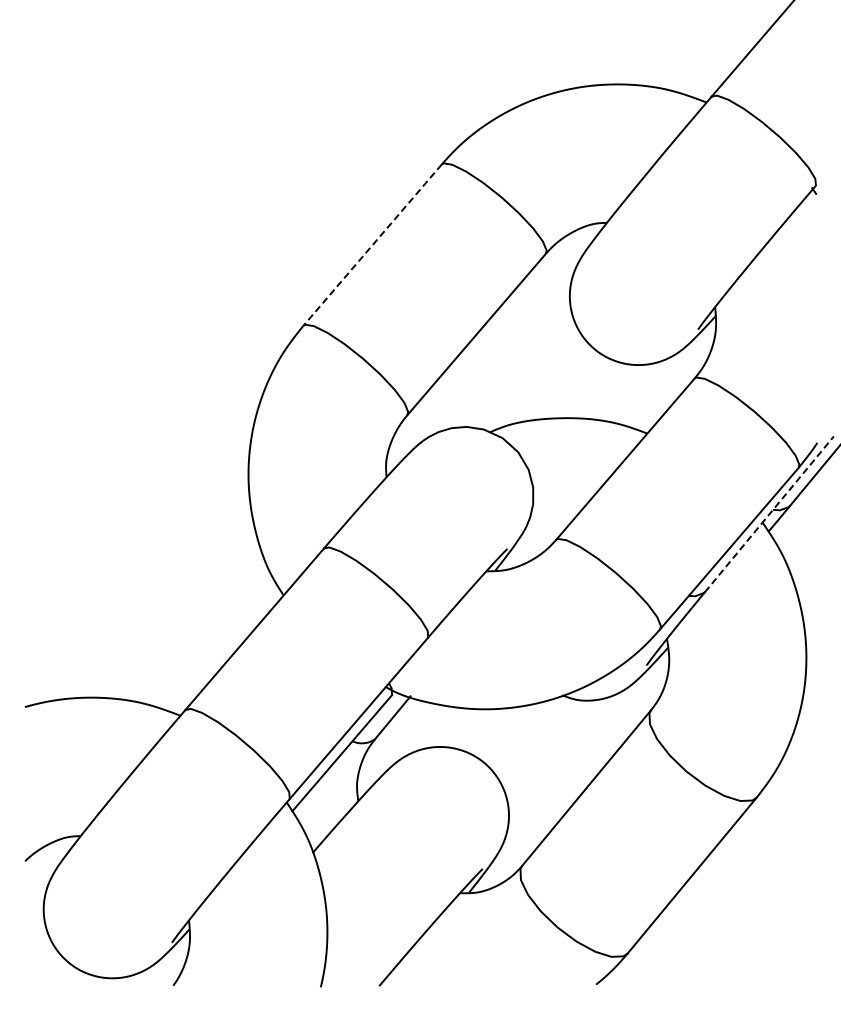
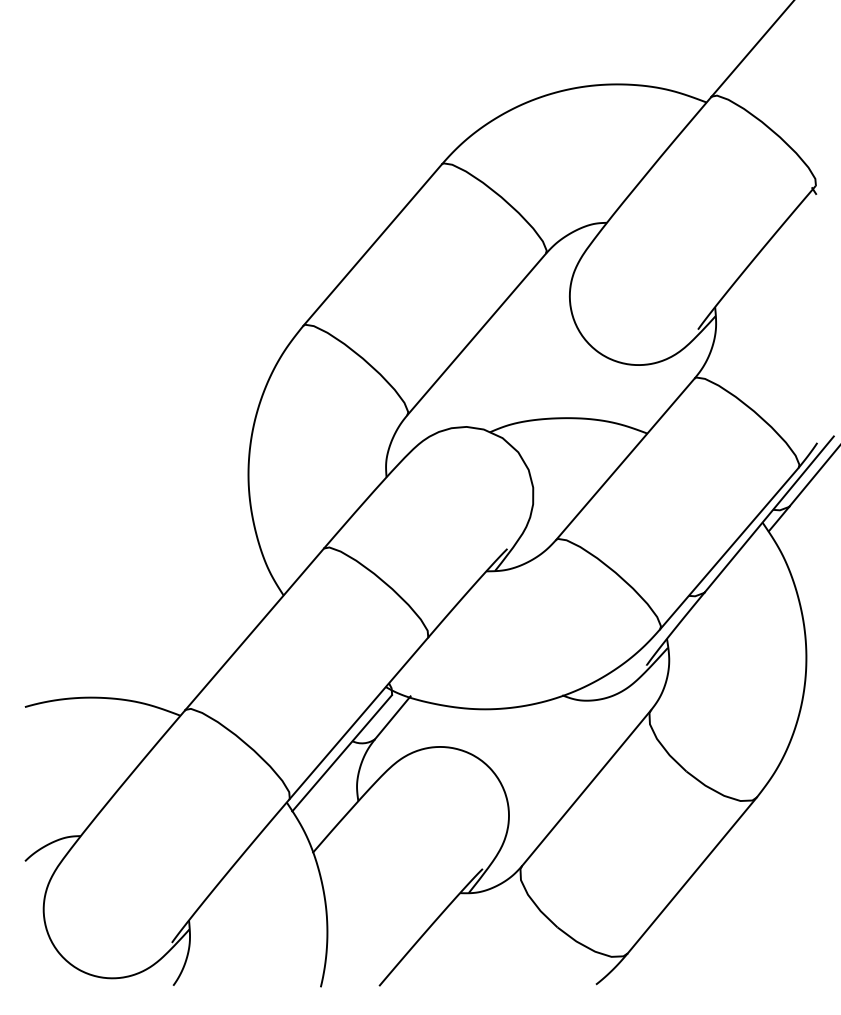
line at (372, 245): dashed -> solid
line at (769, 513): dashed -> solid
